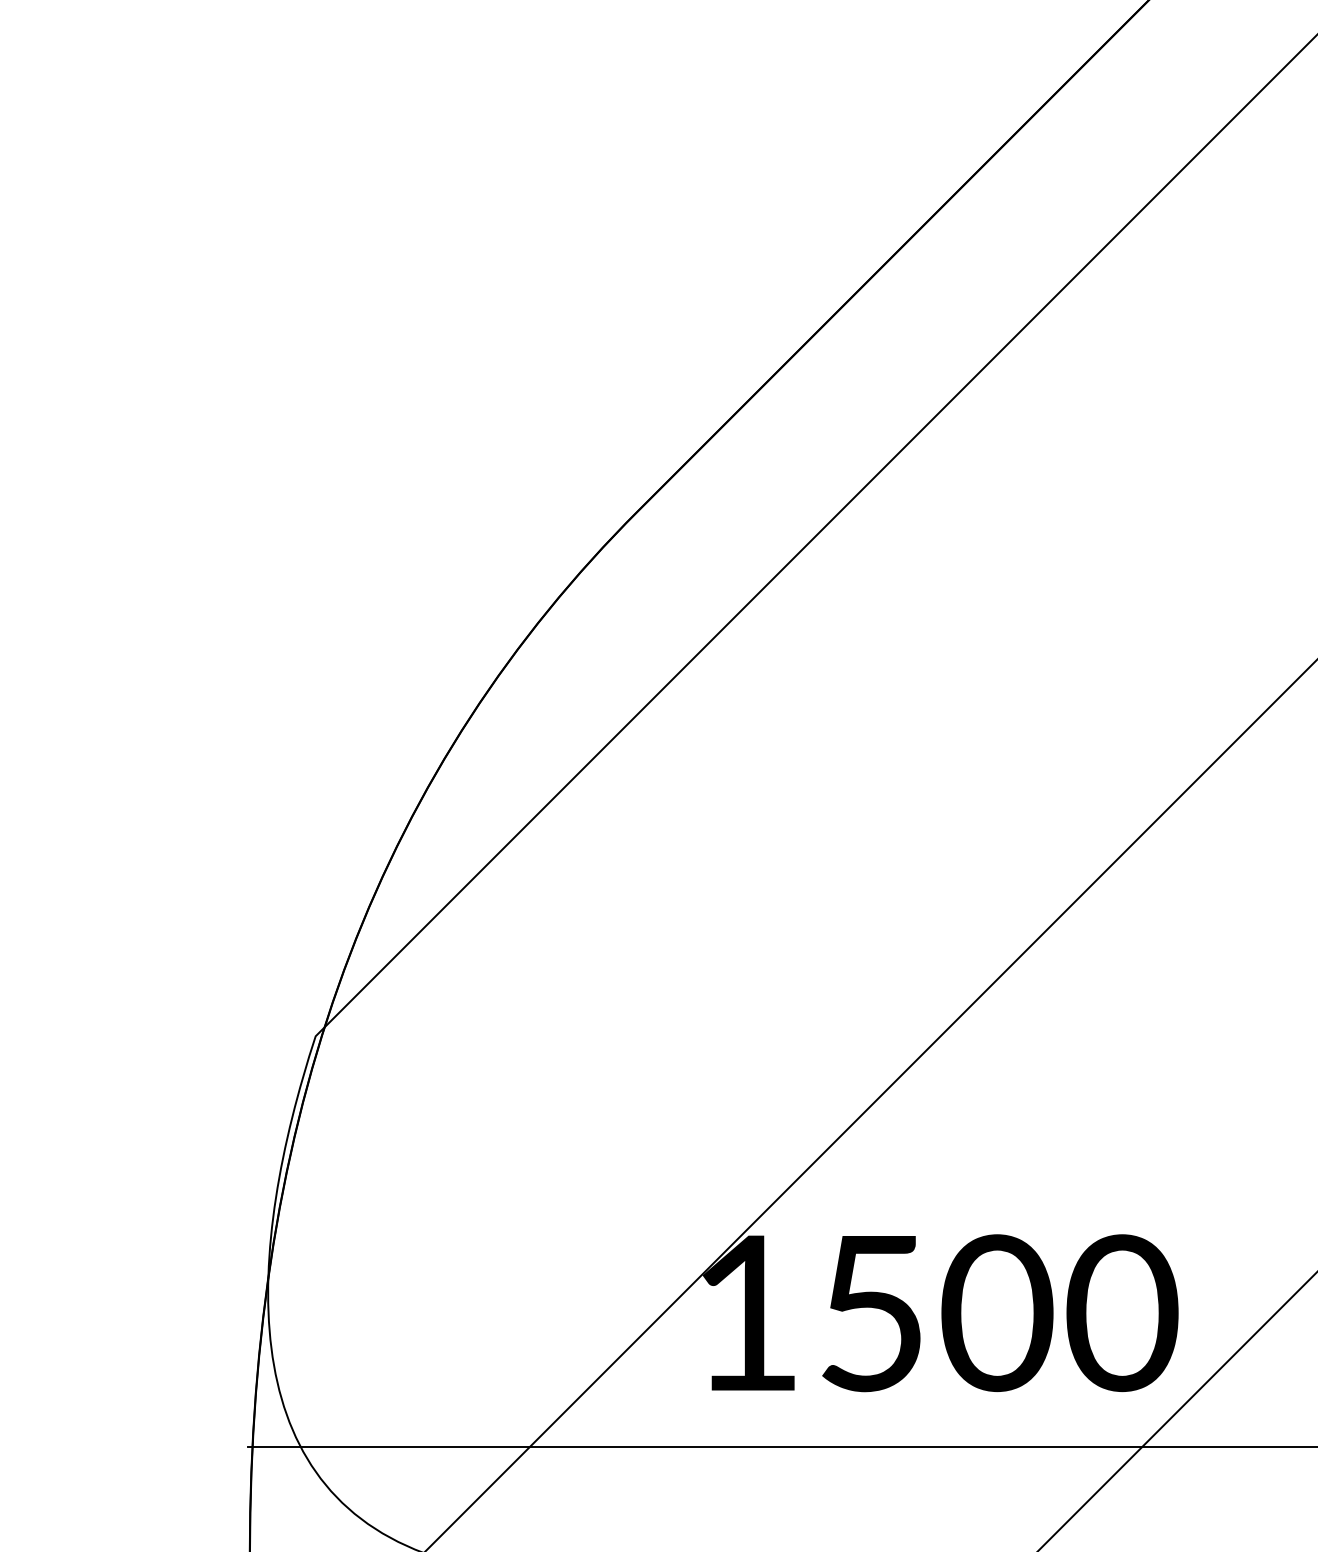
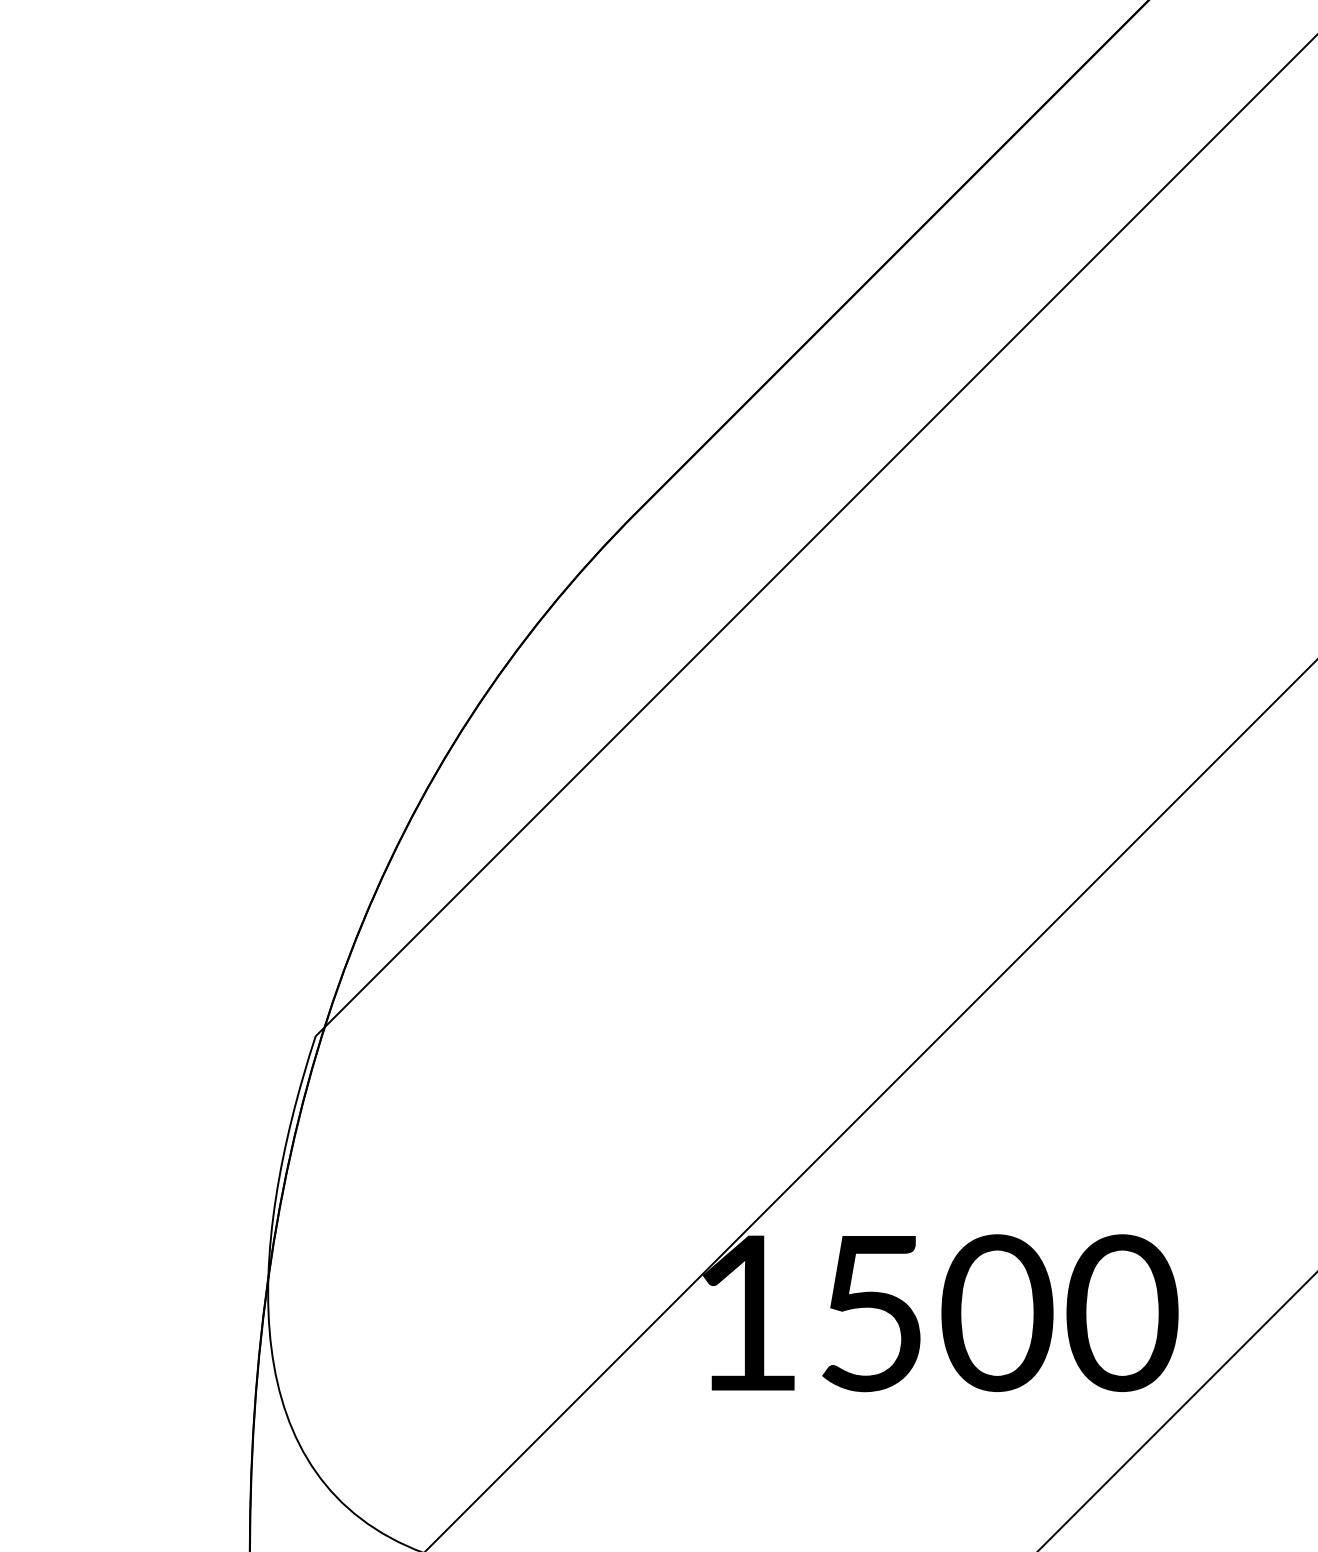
line at (781, 1446): present -> none
